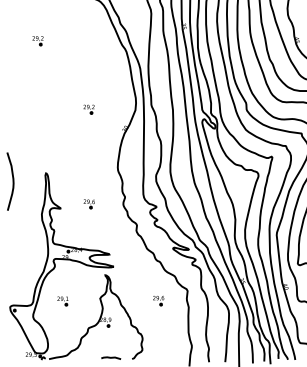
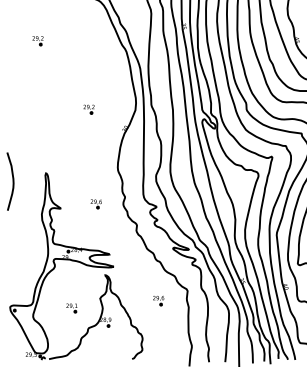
part at (88, 204) position: (88, 204) -> (95, 204)
part at (62, 301) position: (62, 301) -> (71, 308)
line at (111, 357): present -> none
